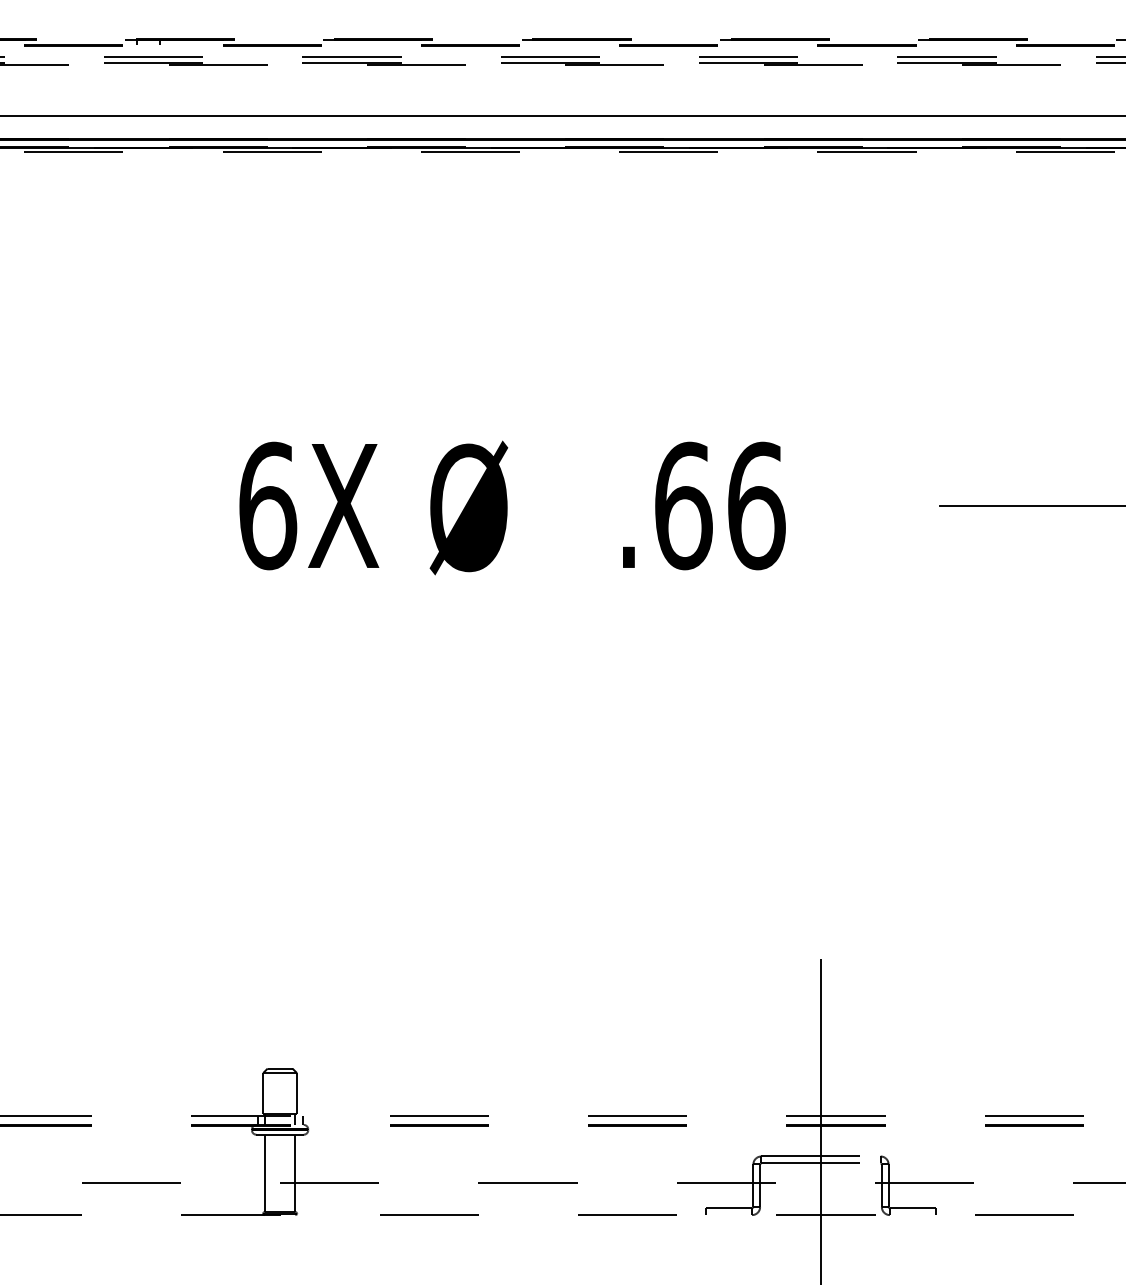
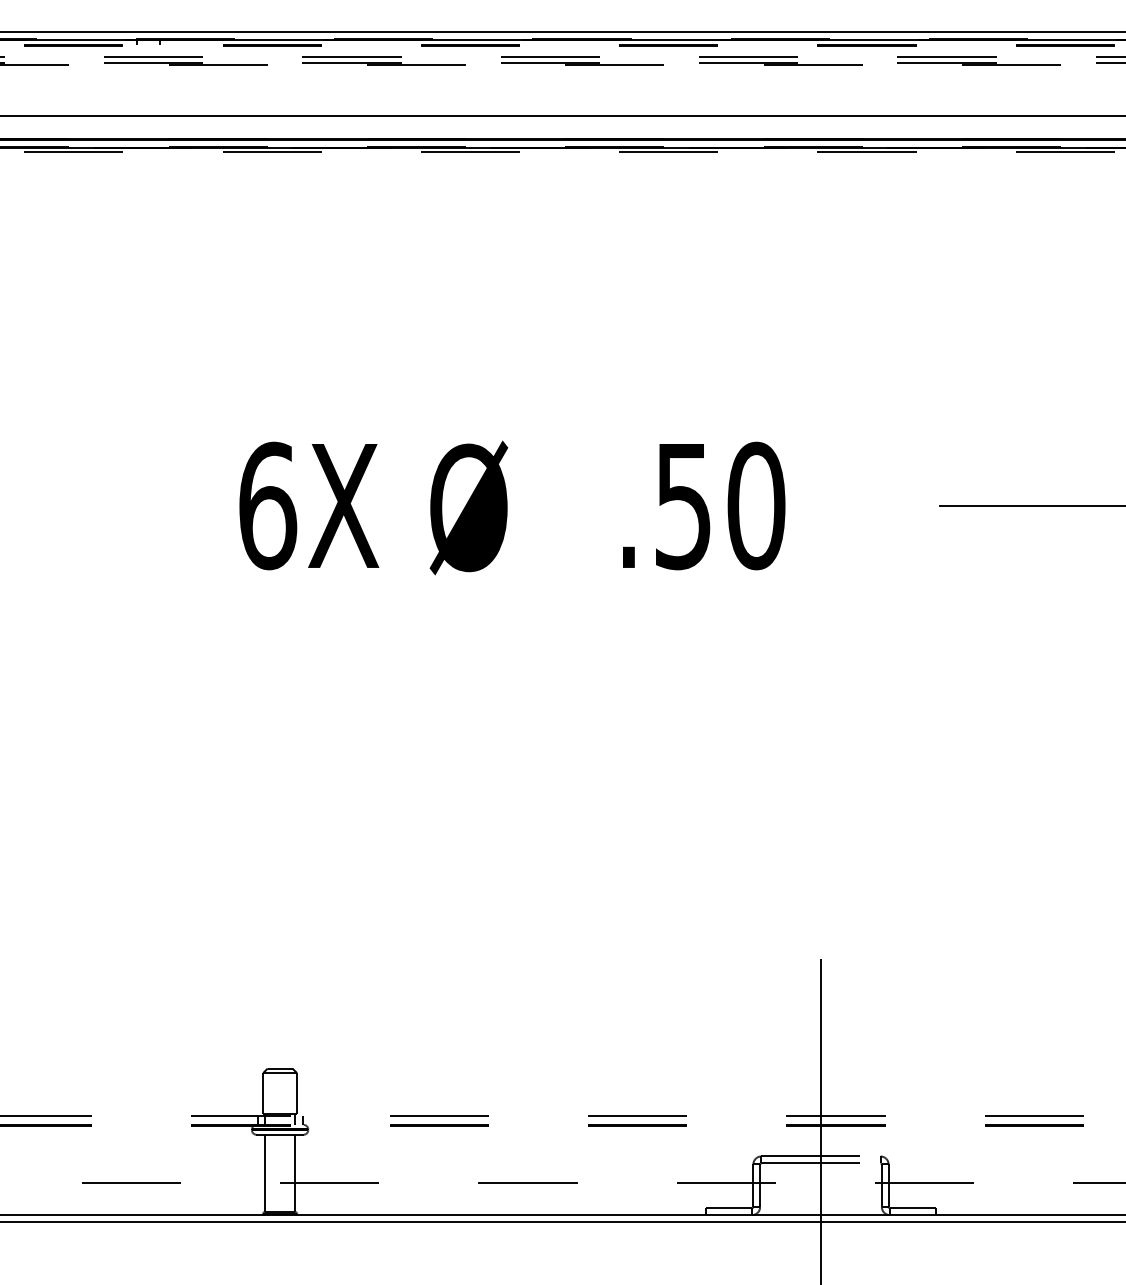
line at (562, 31): none -> present
line at (563, 39): dashed -> solid
text at (720, 505): .66 -> .50
line at (563, 1215): dashed -> solid
line at (562, 1221): none -> present
